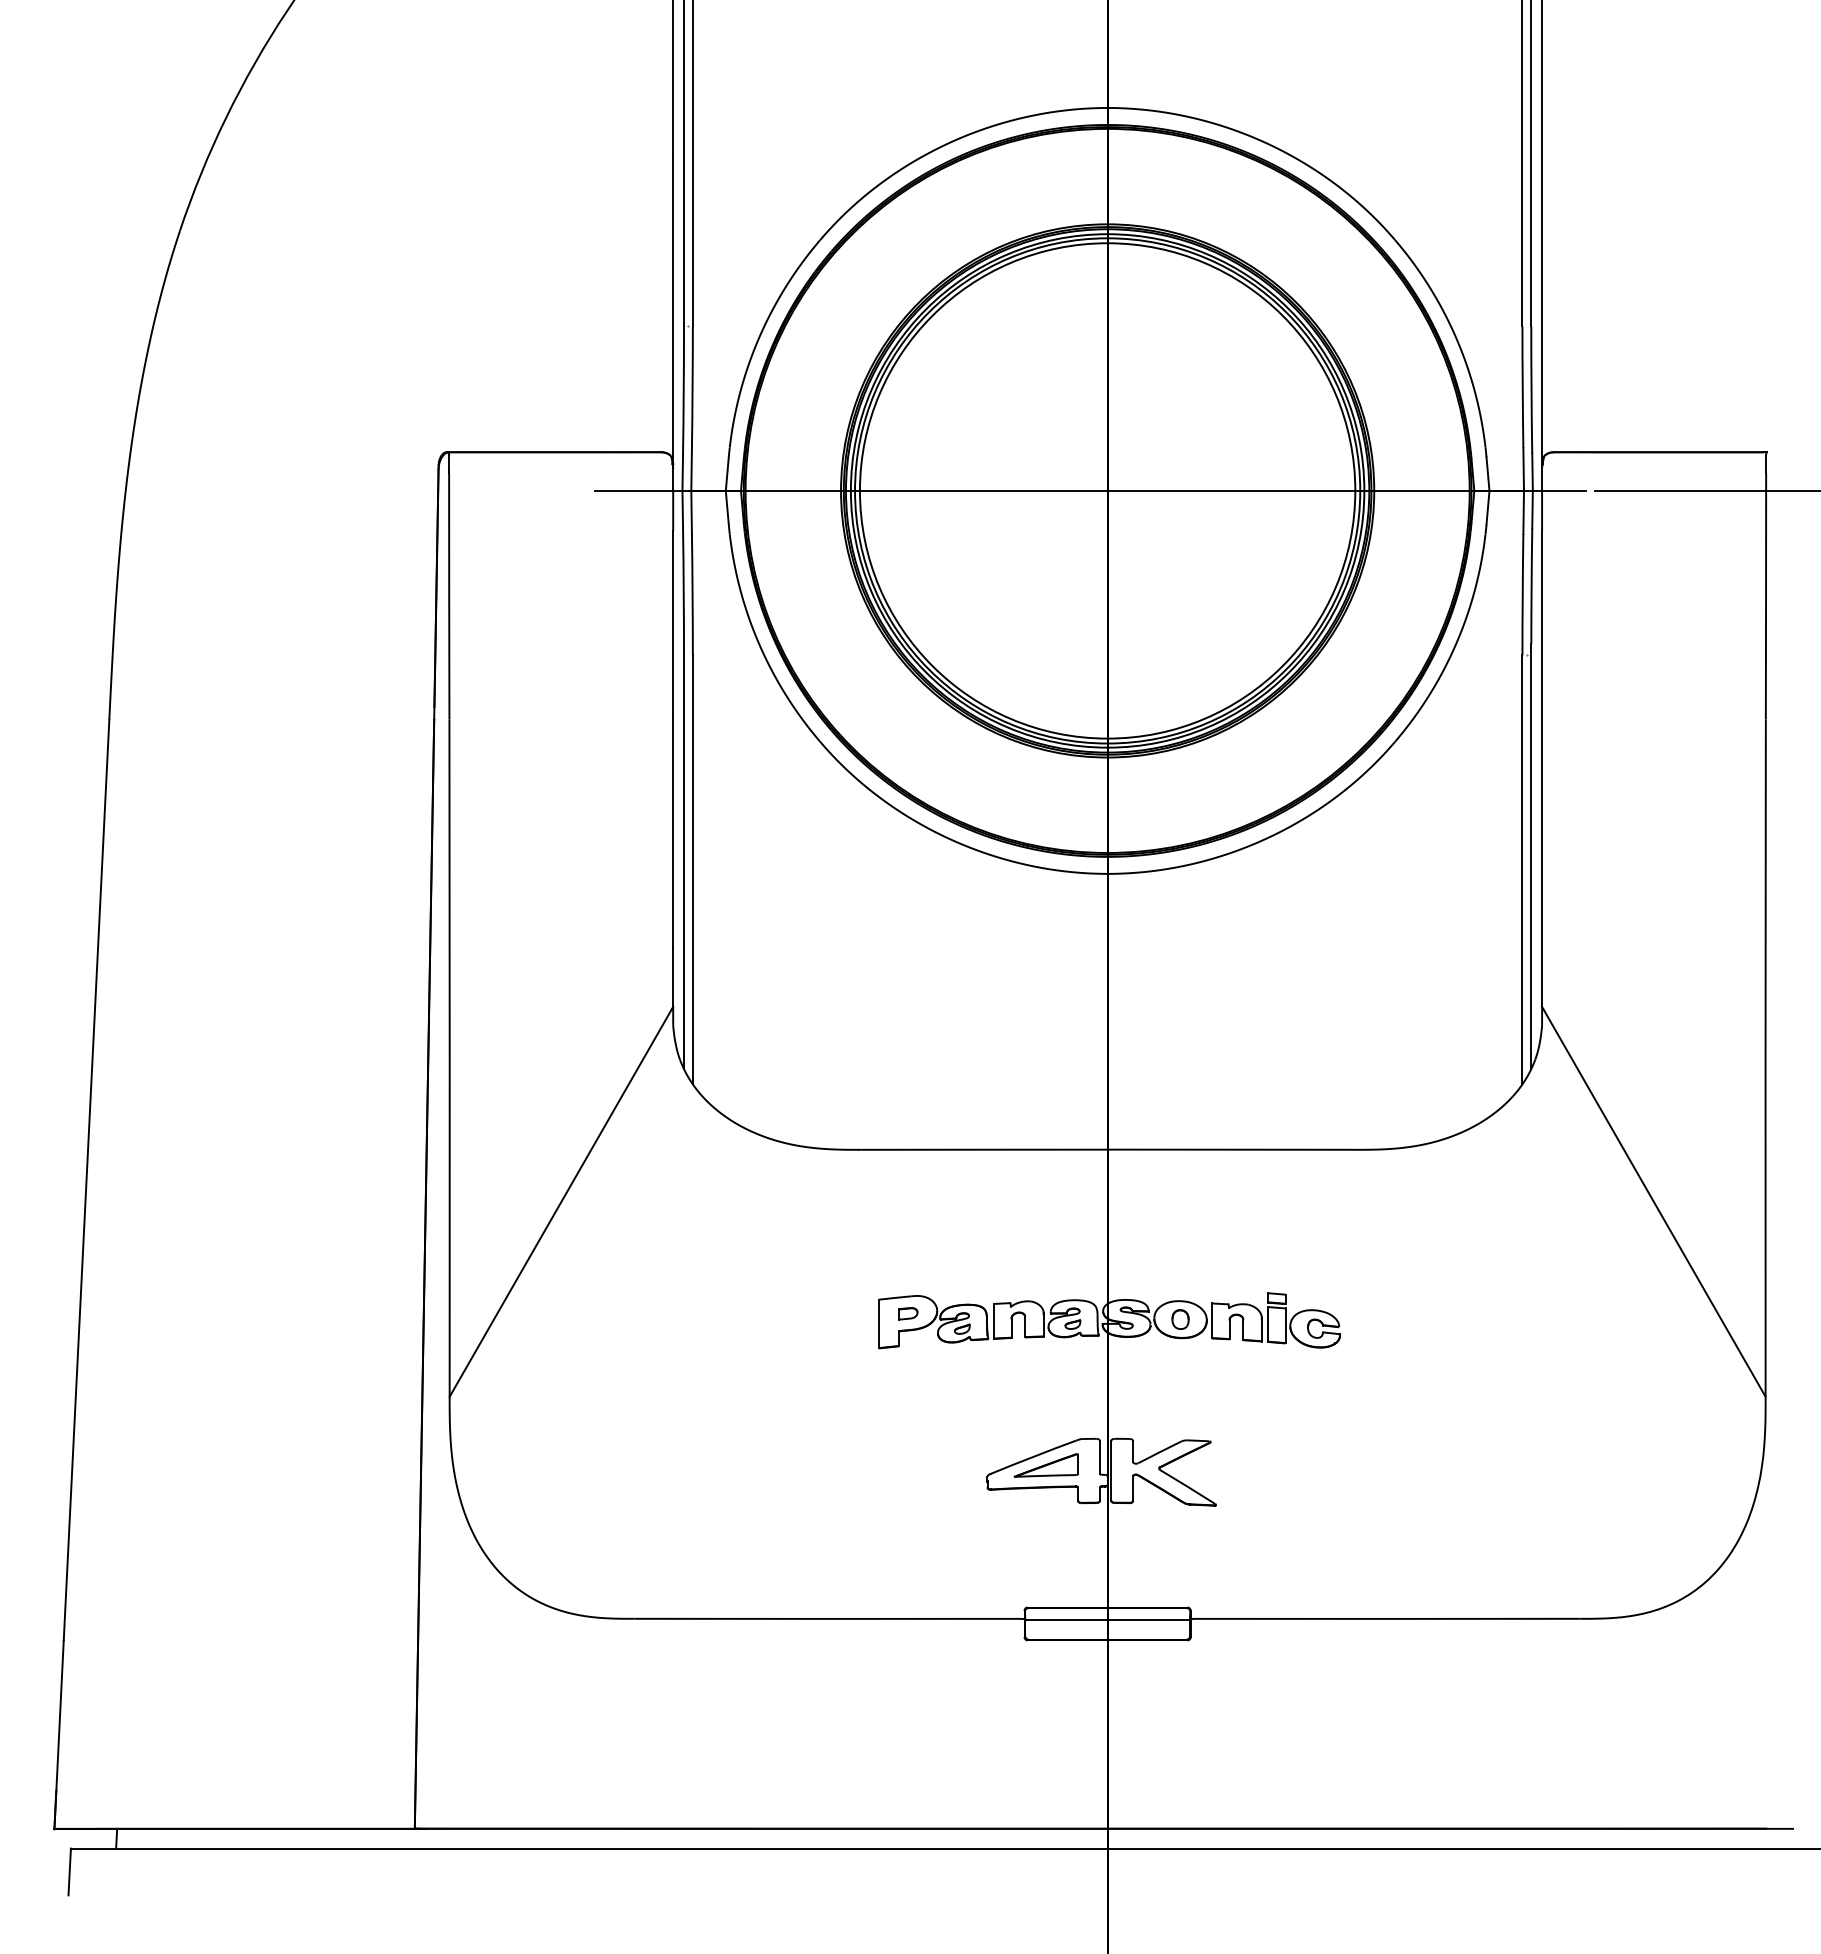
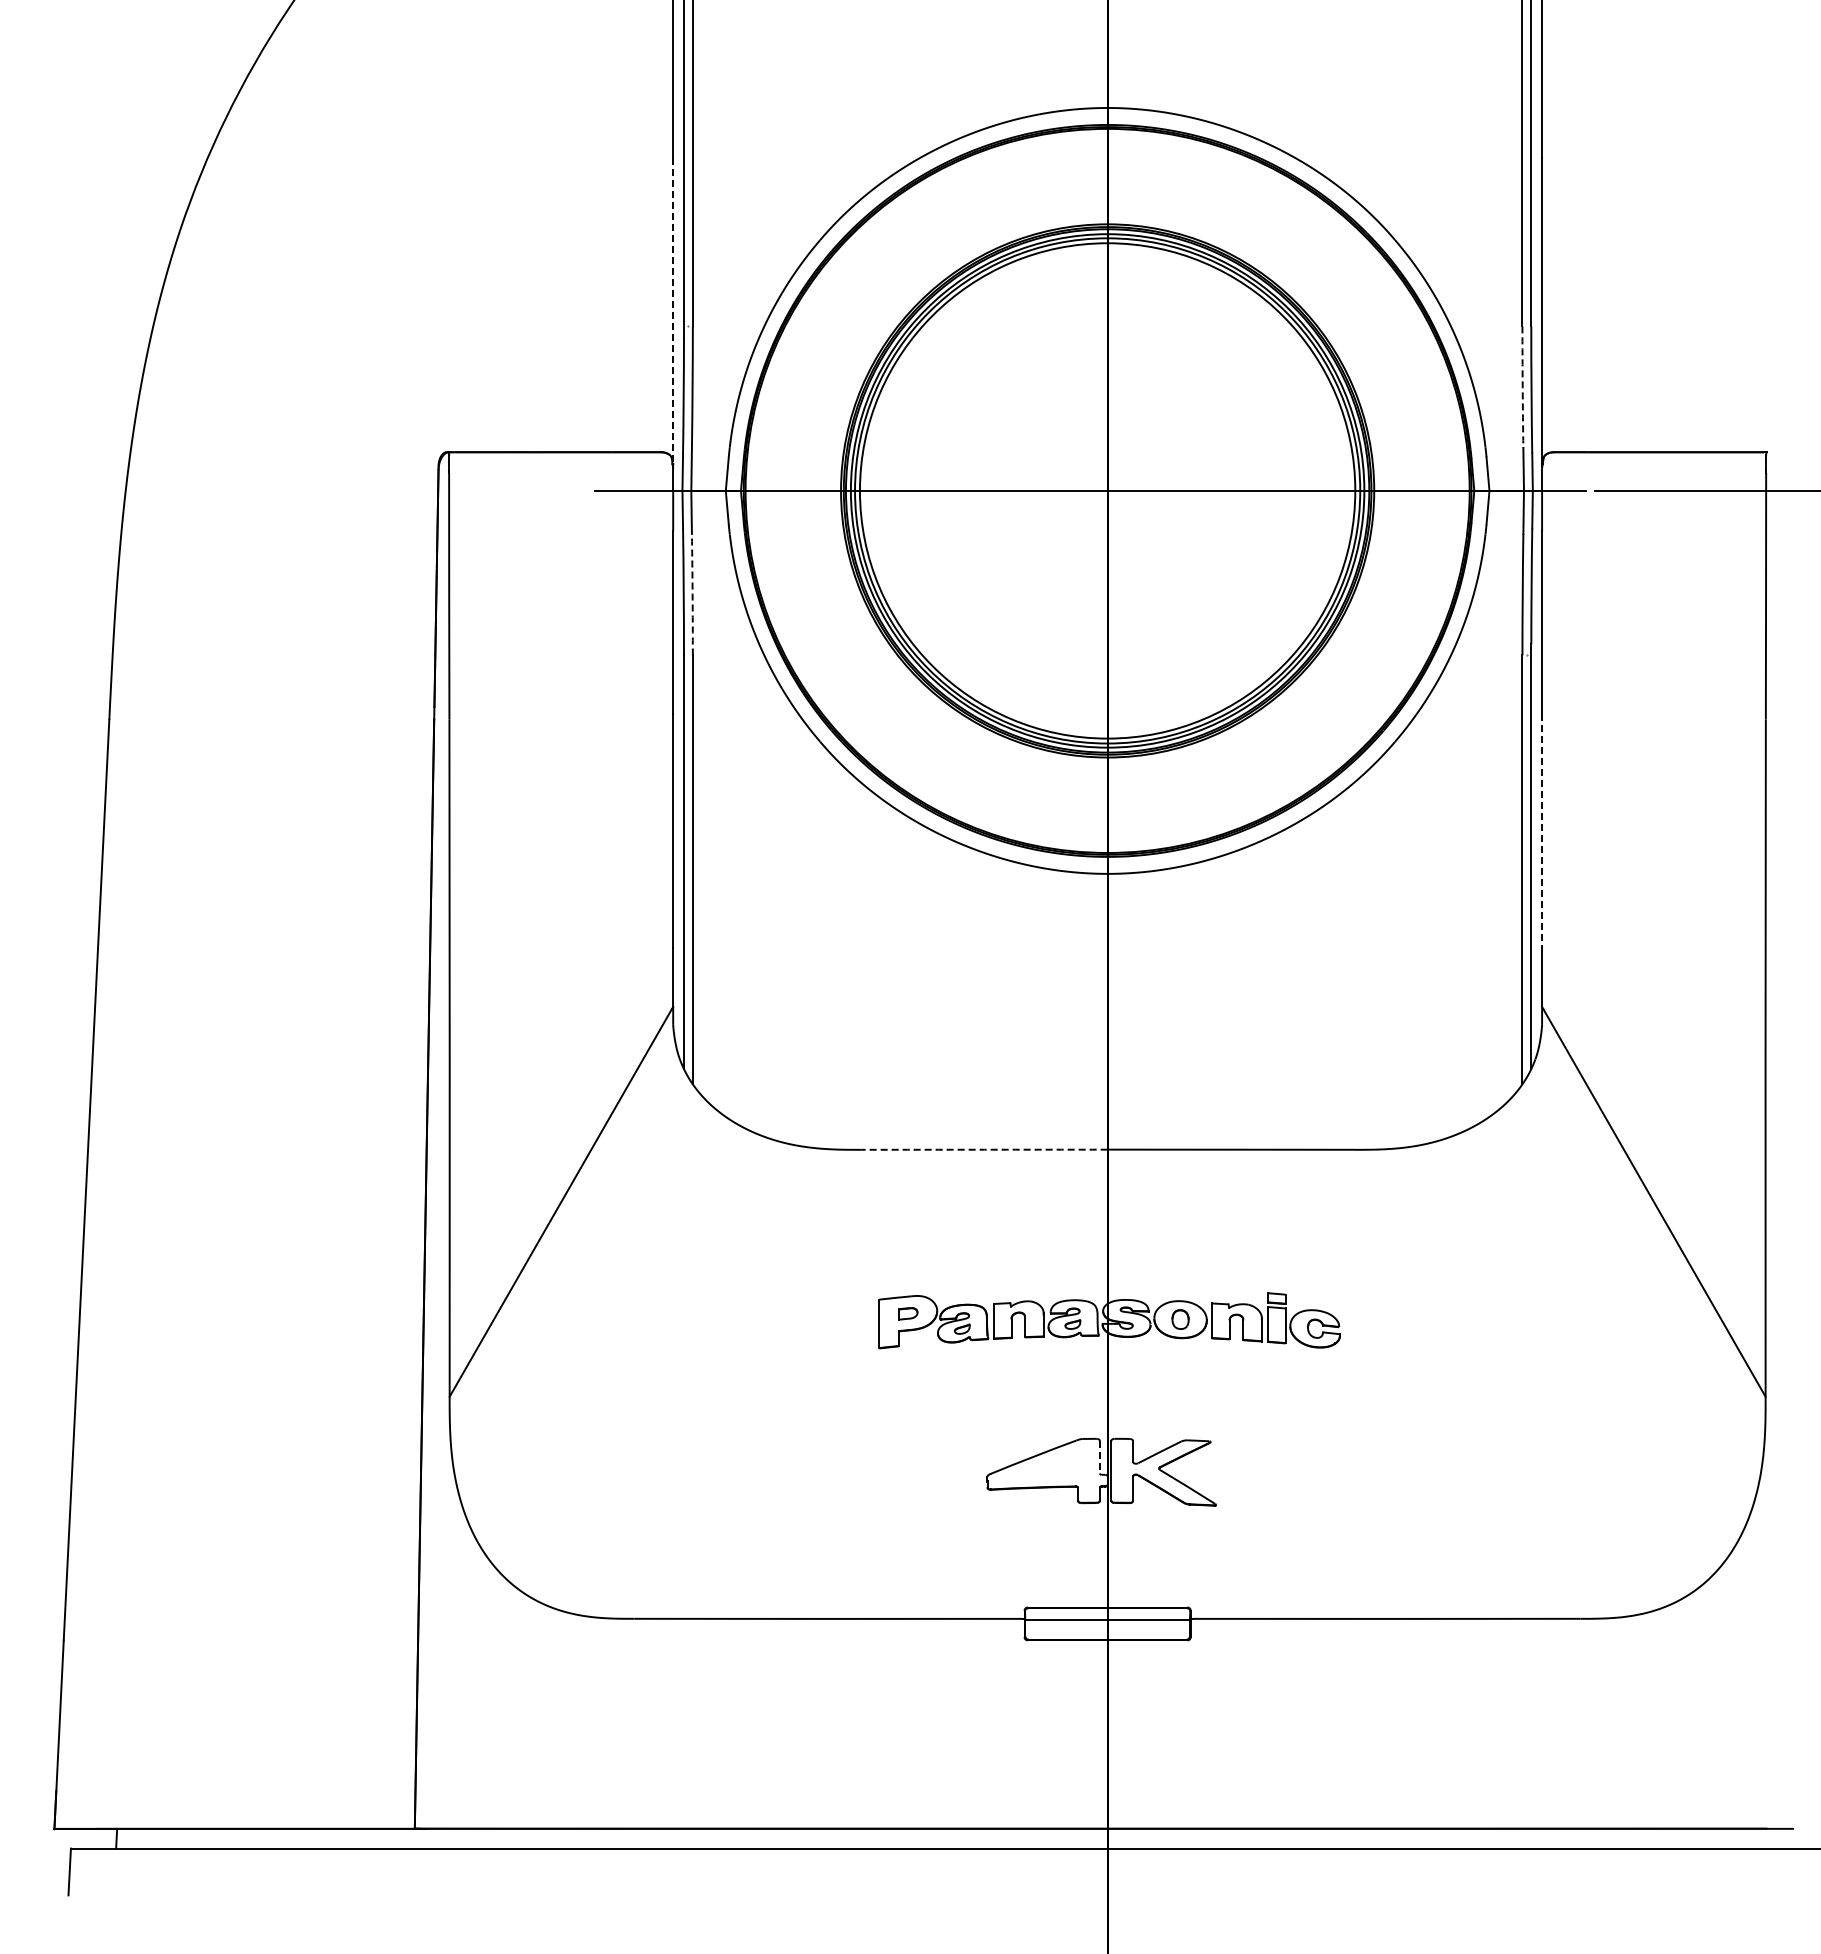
line at (673, 311): solid -> dashed
arc at (1522, 387): solid -> dashed
arc at (692, 594): solid -> dashed
line at (1542, 831): solid -> dashed
arc at (984, 1149): solid -> dashed
line at (1100, 1457): solid -> dashed
part at (1045, 1465): present -> none
